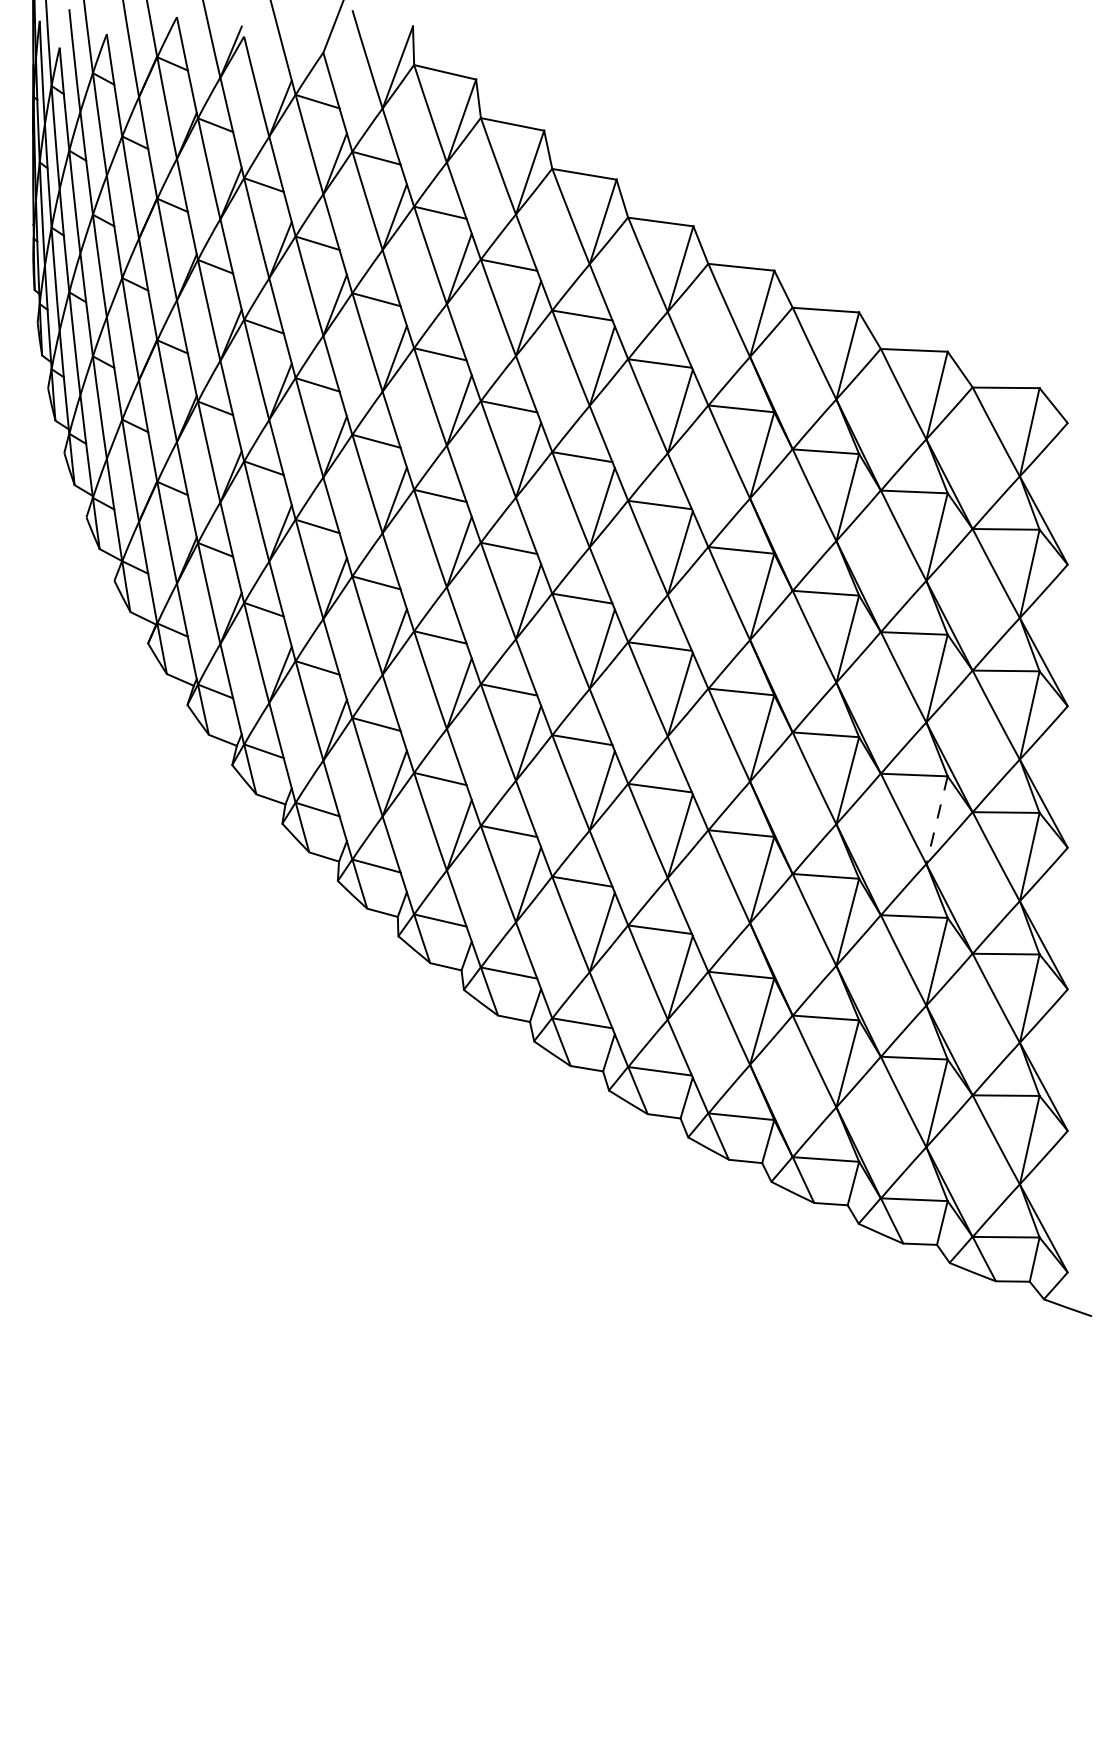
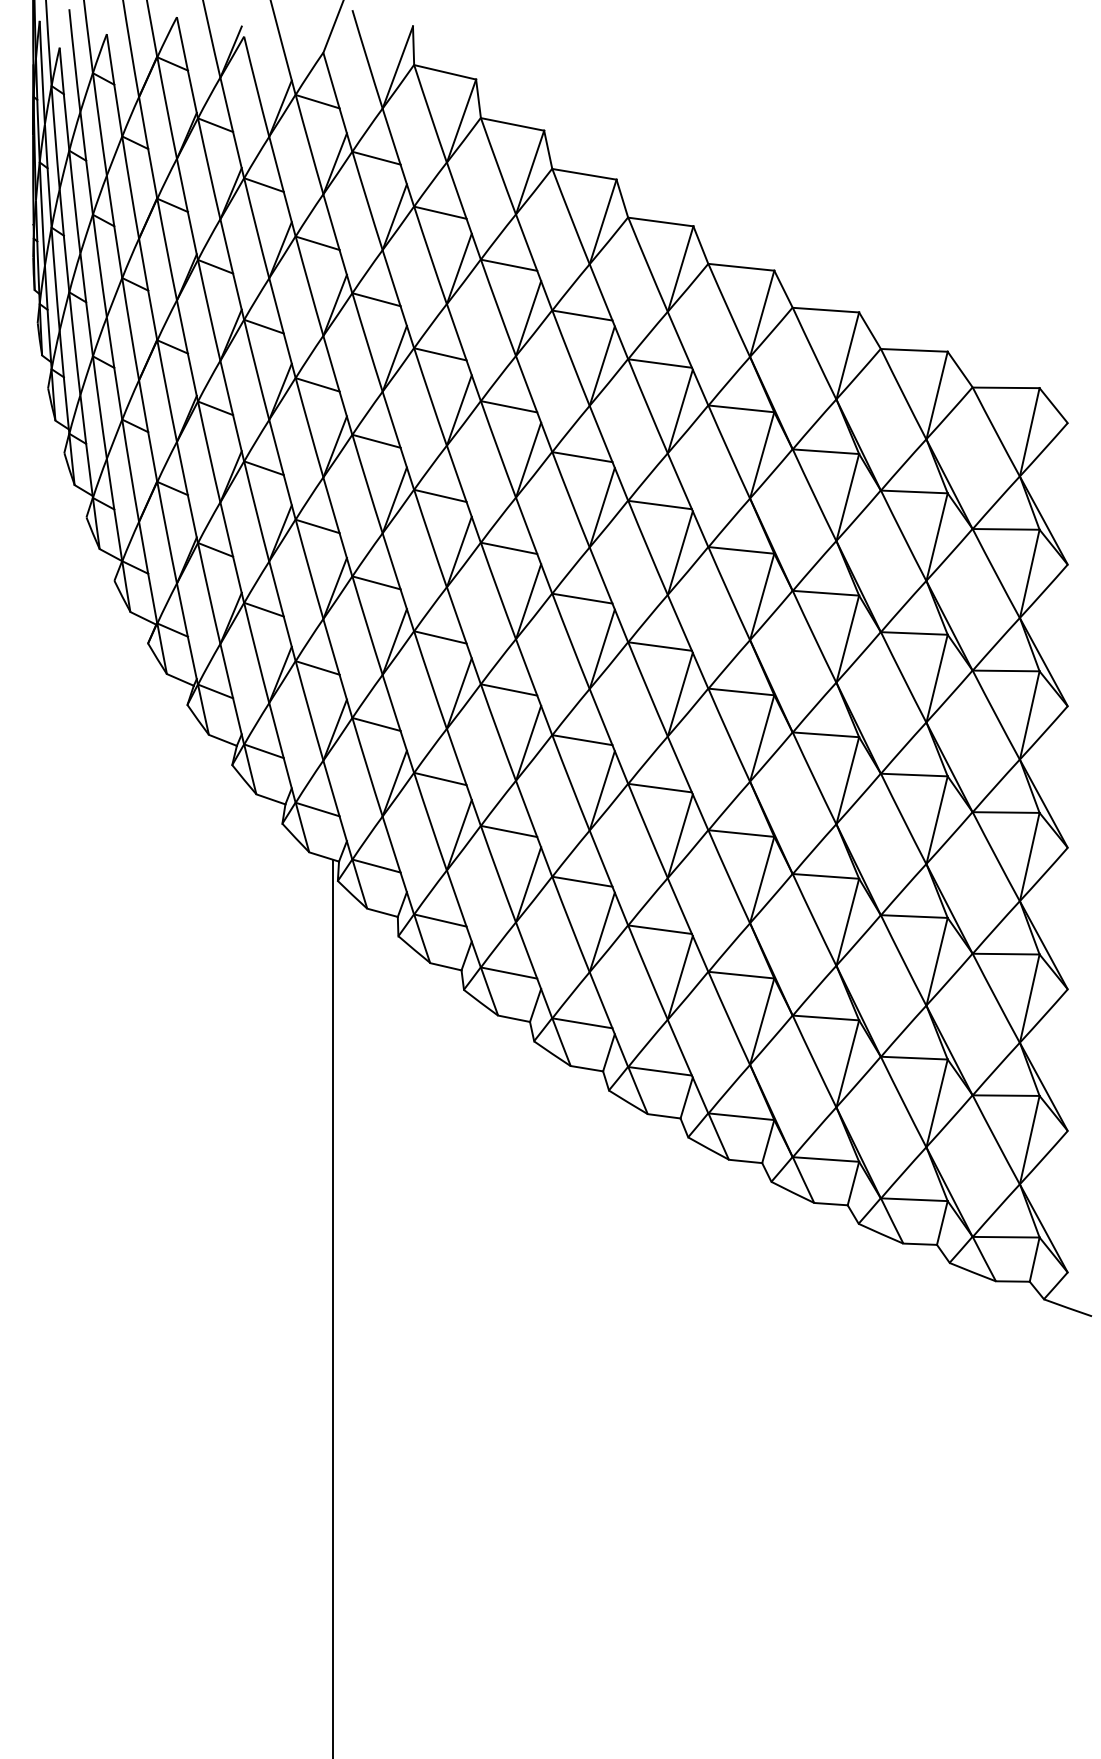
line at (936, 820): dashed -> solid
line at (332, 1307): none -> present
